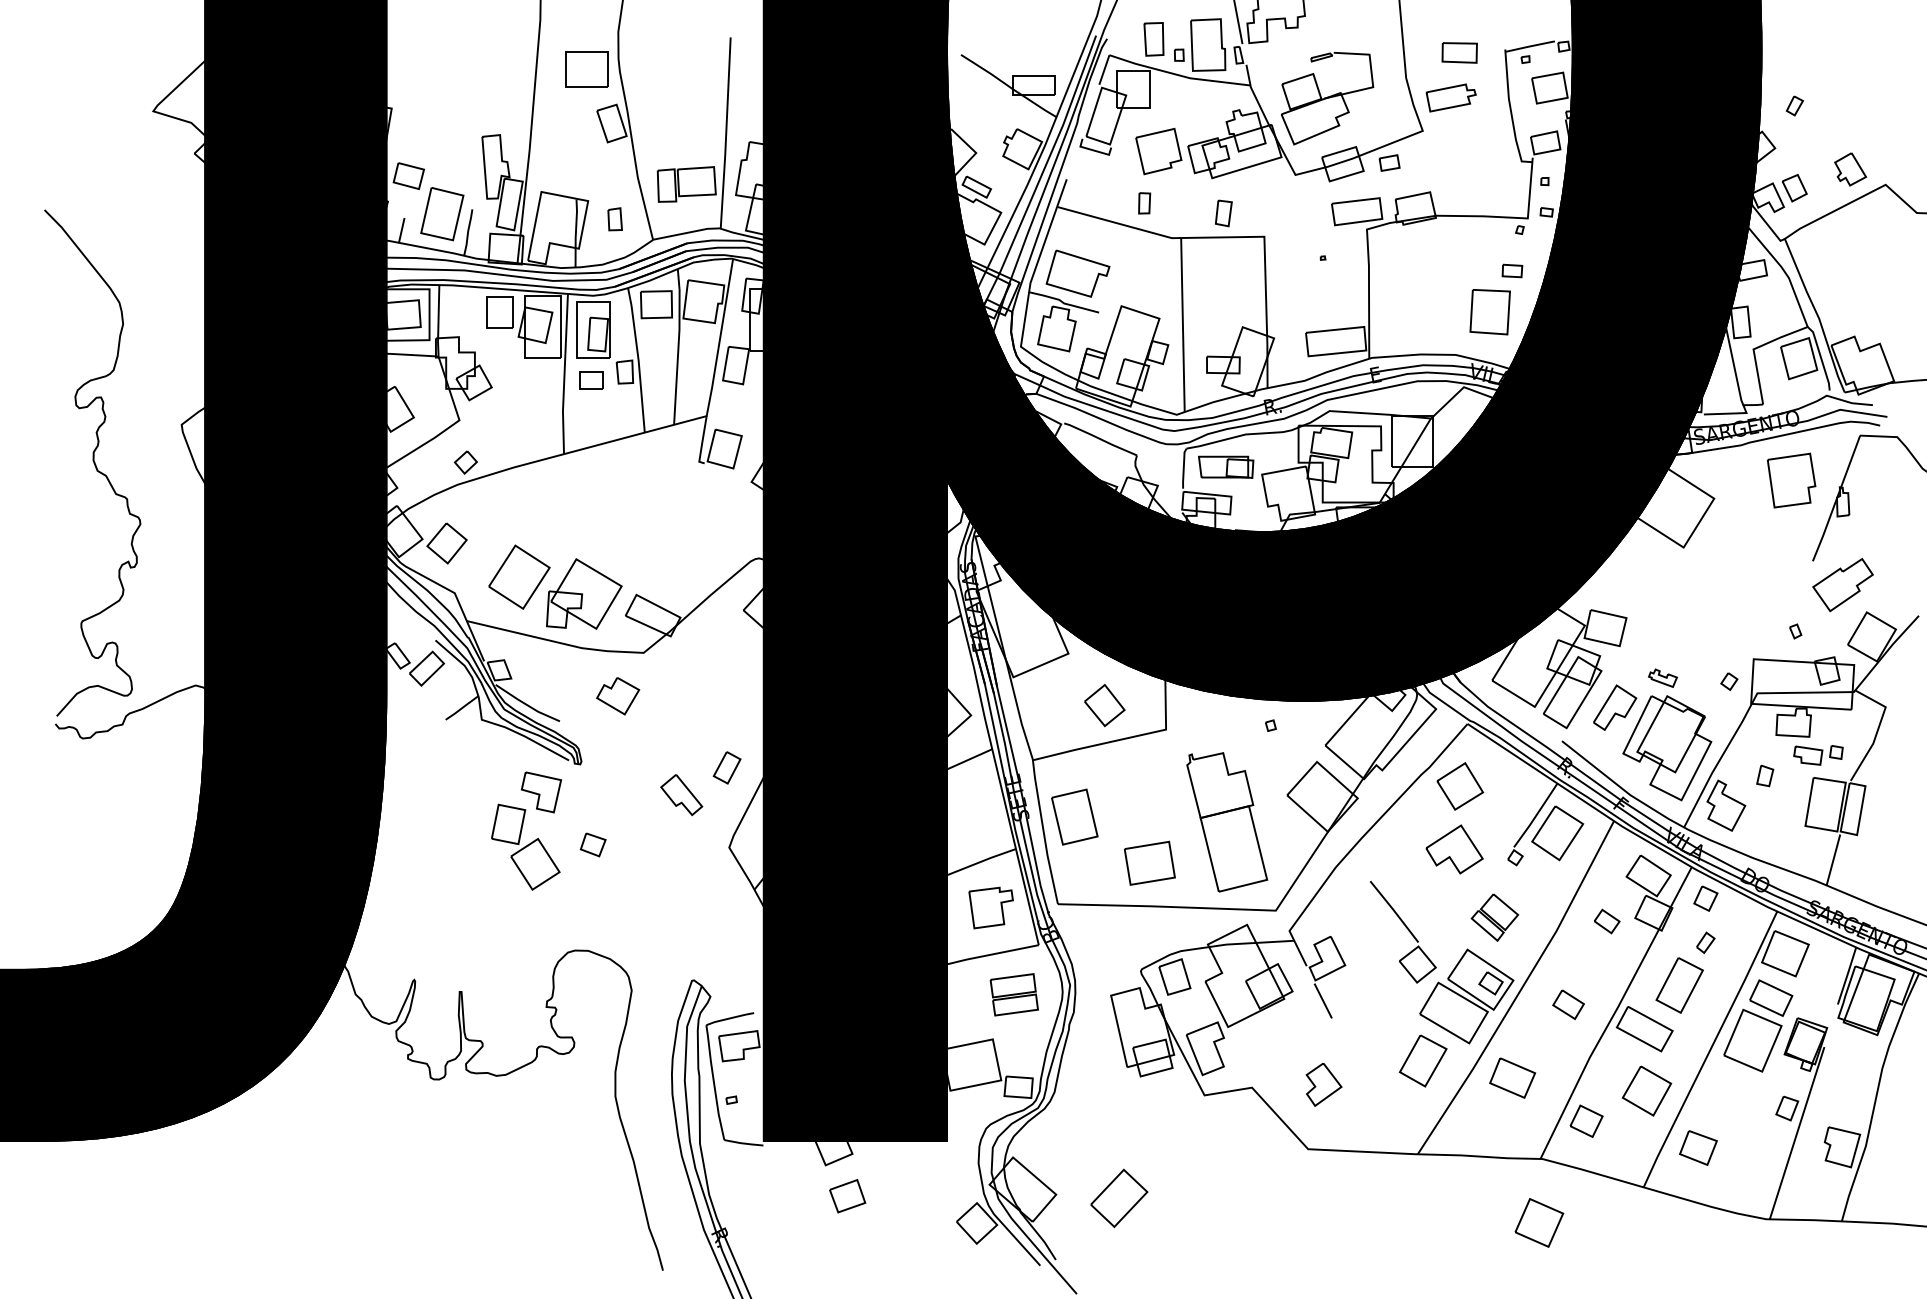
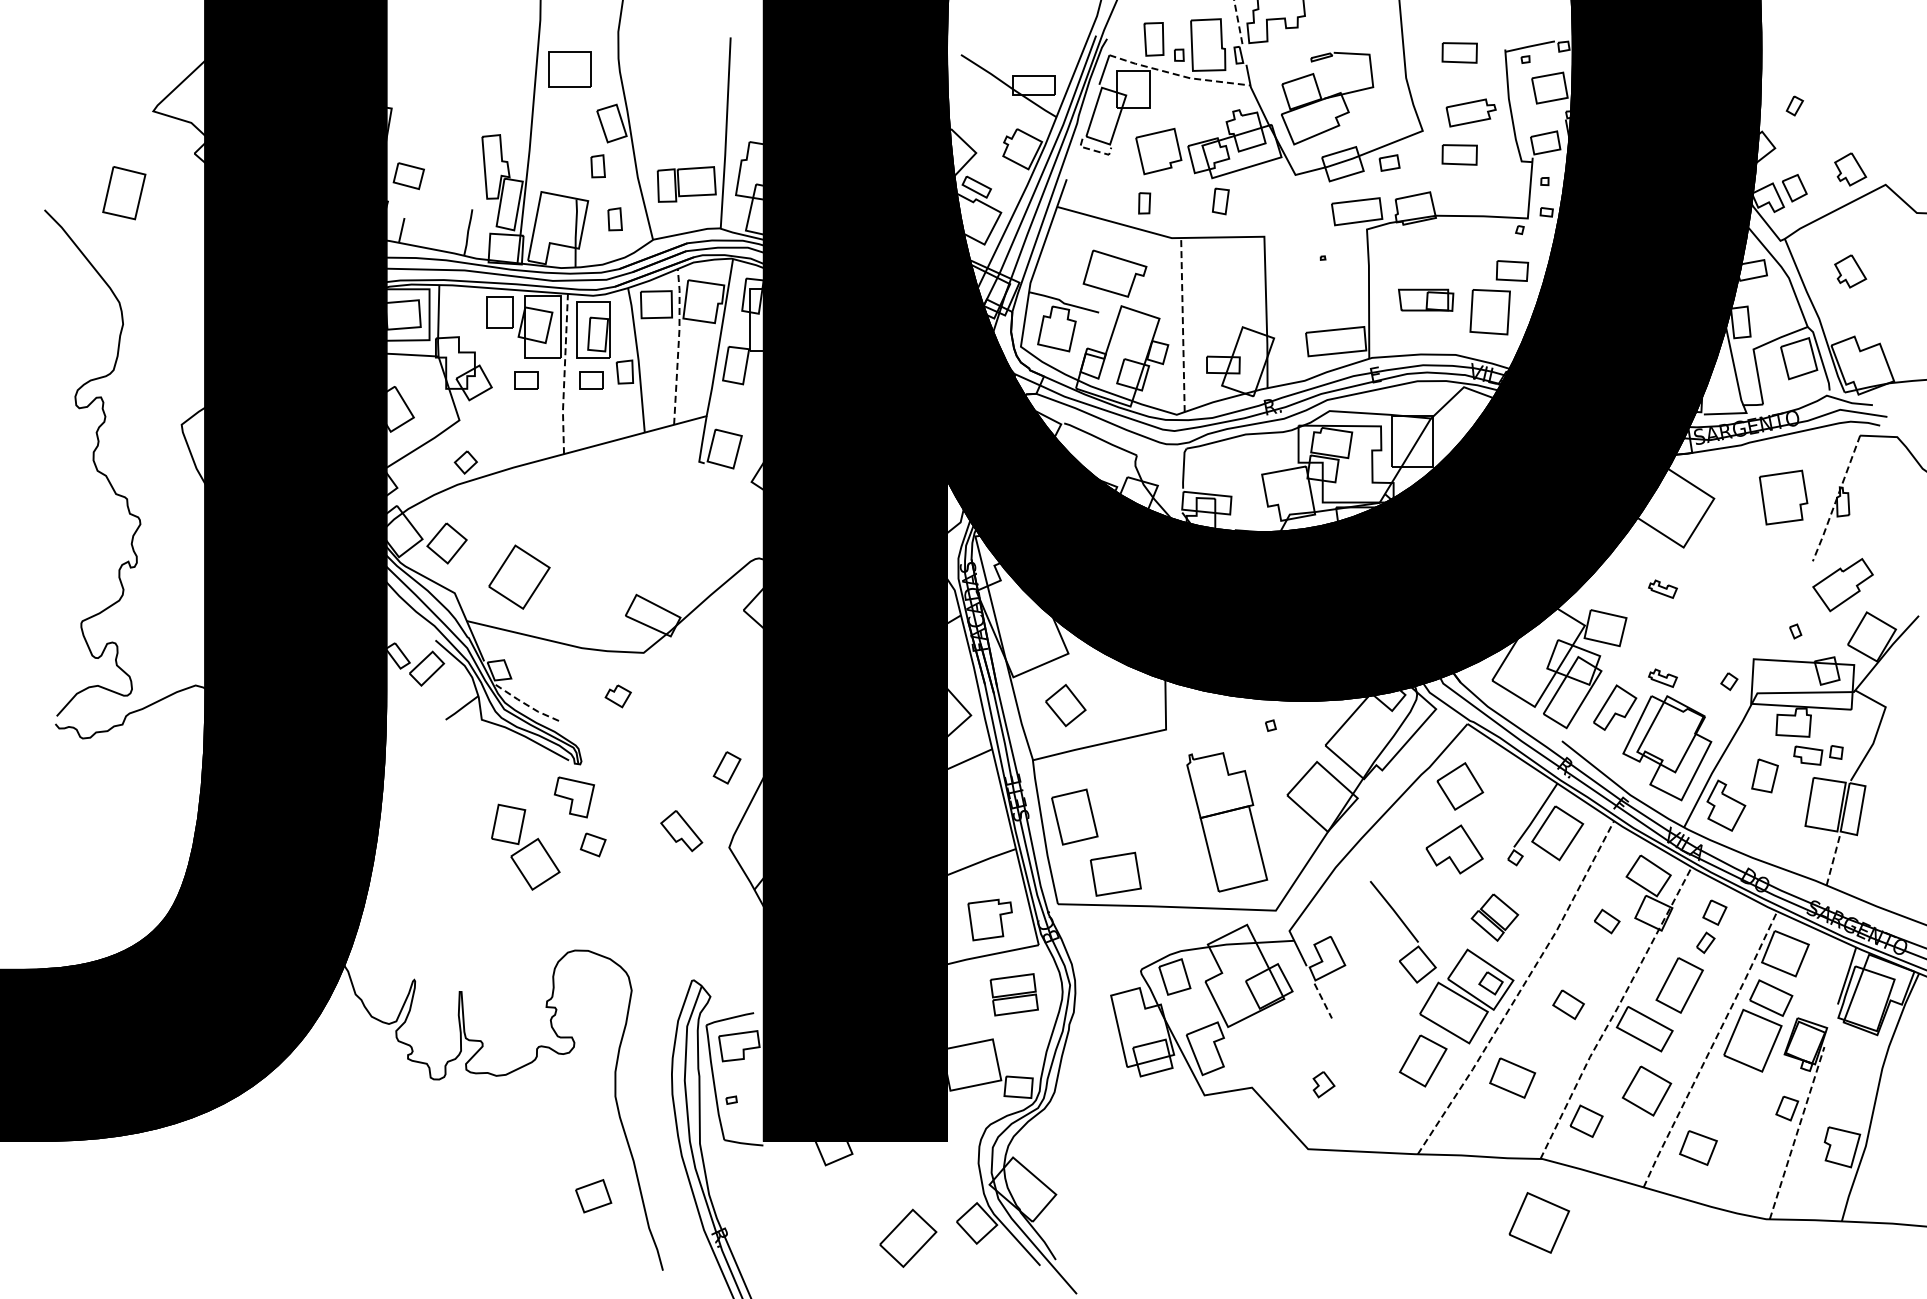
line at (1238, 21): solid -> dashed
part at (586, 69) position: (586, 69) -> (569, 69)
line at (1178, 75): solid -> dashed
part at (1450, 97) position: (1450, 97) -> (1470, 112)
line at (1094, 150): solid -> dashed
part at (1459, 154): none -> present
part at (597, 166): none -> present
part at (1223, 213) position: (1223, 213) -> (1220, 201)
part at (442, 214) position: (442, 214) -> (124, 193)
part at (1512, 270) size: 23x16 px -> 35x22 px
part at (1850, 271): none -> present
part at (1077, 273) position: (1077, 273) -> (1114, 273)
line at (1182, 324): solid -> dashed
line at (678, 345): solid -> dashed
line at (564, 374): solid -> dashed
part at (526, 380): none -> present
part at (1226, 466) position: (1226, 466) -> (1426, 299)
part at (1791, 480) position: (1791, 480) -> (1783, 497)
line at (1836, 499): solid -> dashed
part at (1662, 588): none -> present
part at (584, 593): present -> none
part at (618, 696) size: 45x39 px -> 28x25 px
line at (527, 705): solid -> dashed
part at (1104, 705) position: (1104, 705) -> (1065, 705)
part at (1765, 775) size: 19x24 px -> 28x36 px
part at (541, 792) position: (541, 792) -> (574, 797)
part at (681, 795) position: (681, 795) -> (681, 831)
line at (1833, 858): solid -> dashed
part at (1149, 862) position: (1149, 862) -> (1115, 873)
part at (1705, 898) position: (1705, 898) -> (1714, 912)
part at (990, 907) position: (990, 907) -> (989, 919)
line at (1520, 990): solid -> dashed
line at (1323, 1001): solid -> dashed
line at (1615, 1012): solid -> dashed
line at (1710, 1049): solid -> dashed
part at (1323, 1084) size: 38x45 px -> 24x28 px
line at (1797, 1132): solid -> dashed
part at (847, 1196) position: (847, 1196) -> (593, 1196)
part at (1119, 1197) position: (1119, 1197) -> (908, 1237)
part at (1539, 1222) size: 51x50 px -> 62x62 px
